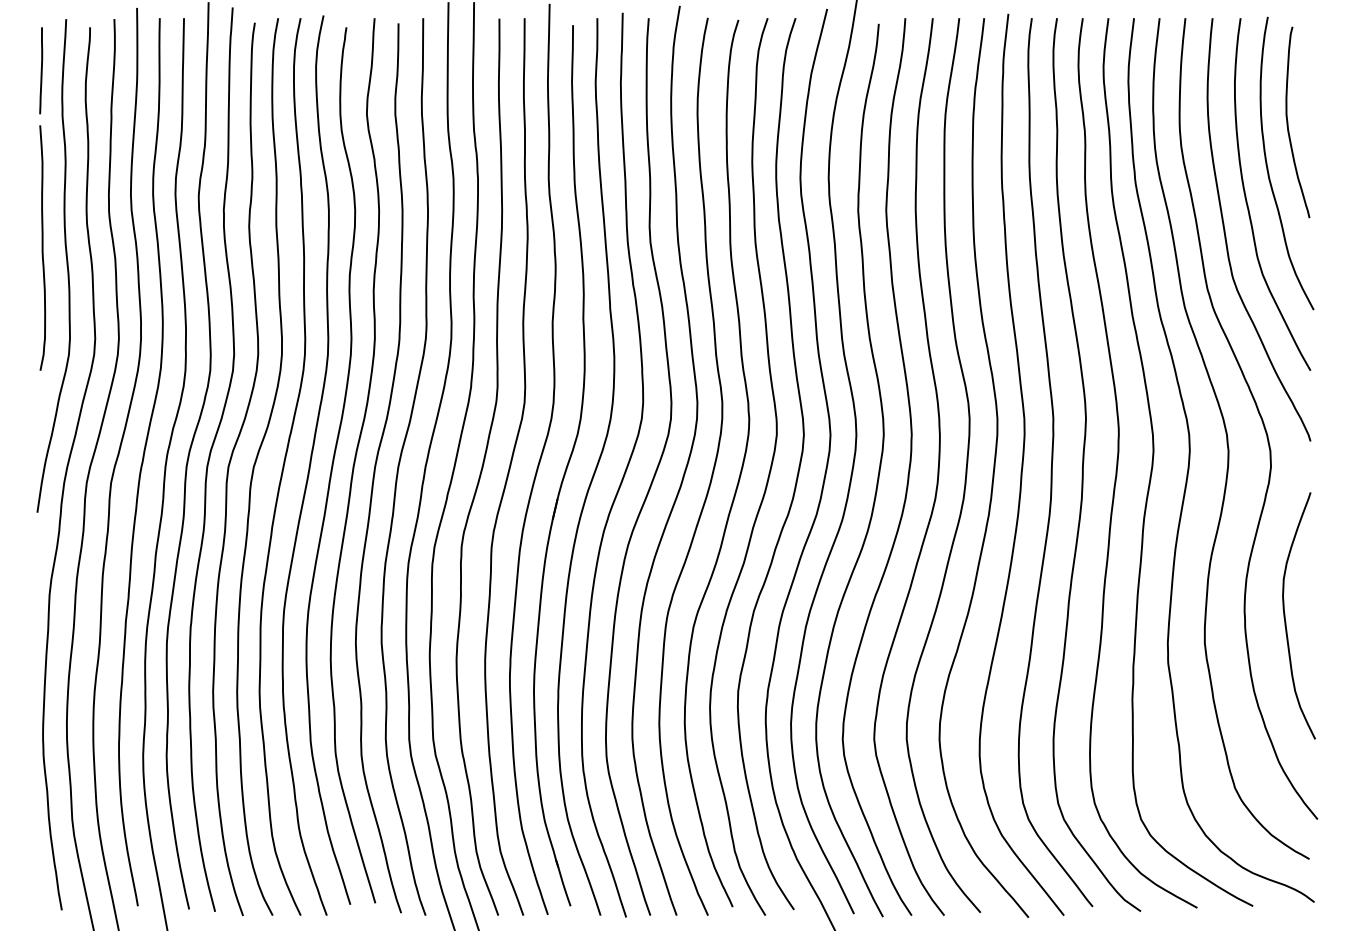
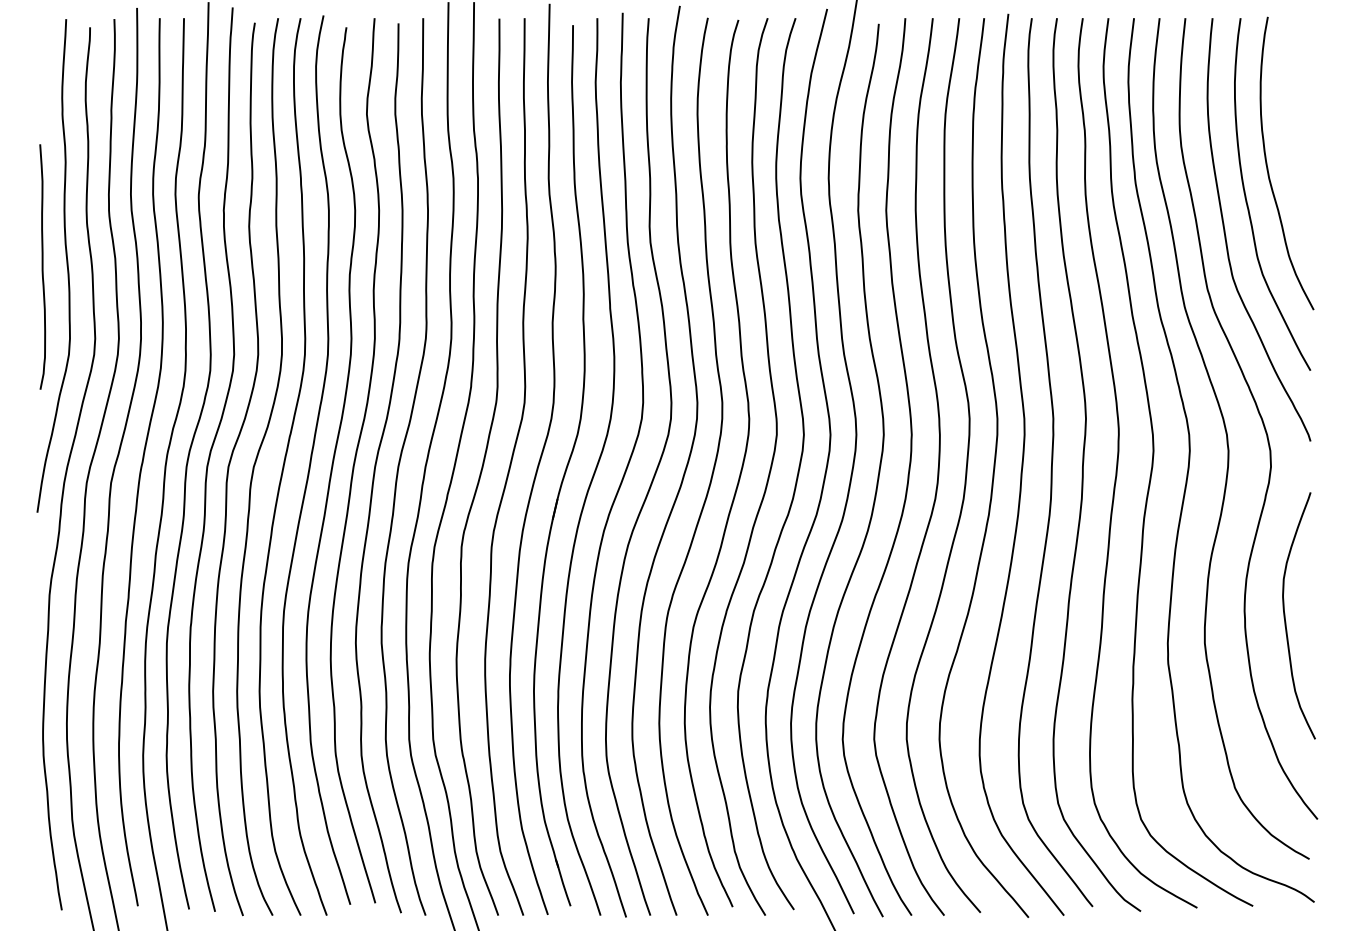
line at (41, 70): present -> none
curve at (1288, 122): present -> none
curve at (42, 247) position: (42, 247) -> (42, 266)
